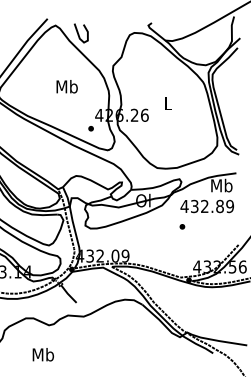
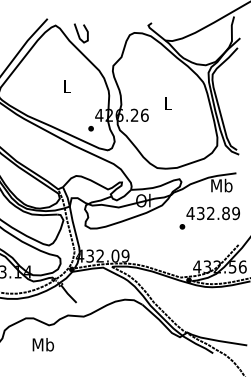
text at (66, 86): Mb -> L
text at (206, 206) position: (206, 206) -> (212, 213)
text at (42, 354) position: (42, 354) -> (42, 344)
